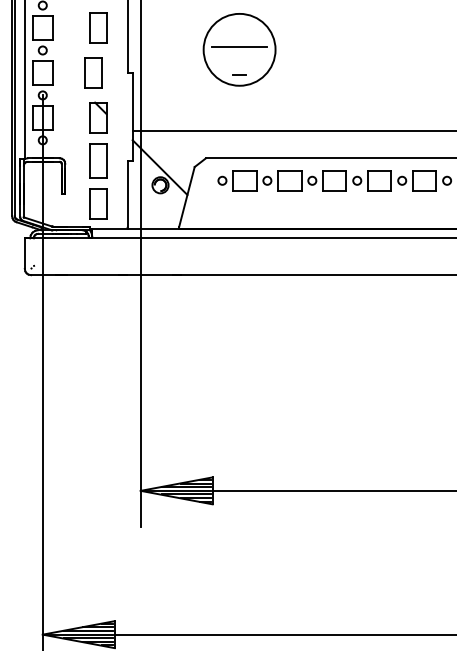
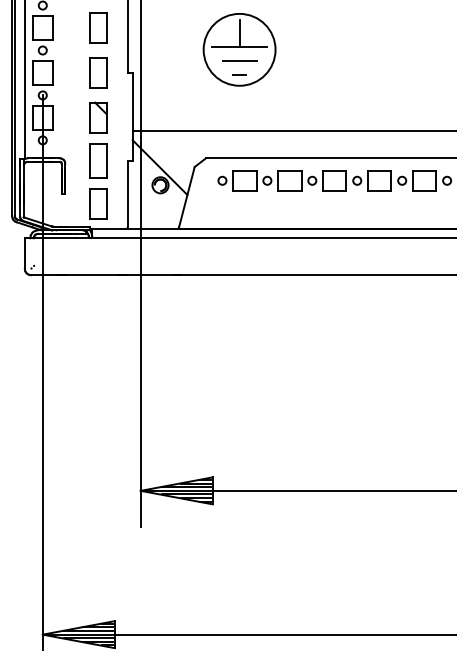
line at (239, 33): none -> present
line at (239, 60): none -> present
part at (93, 72) position: (93, 72) -> (98, 72)
